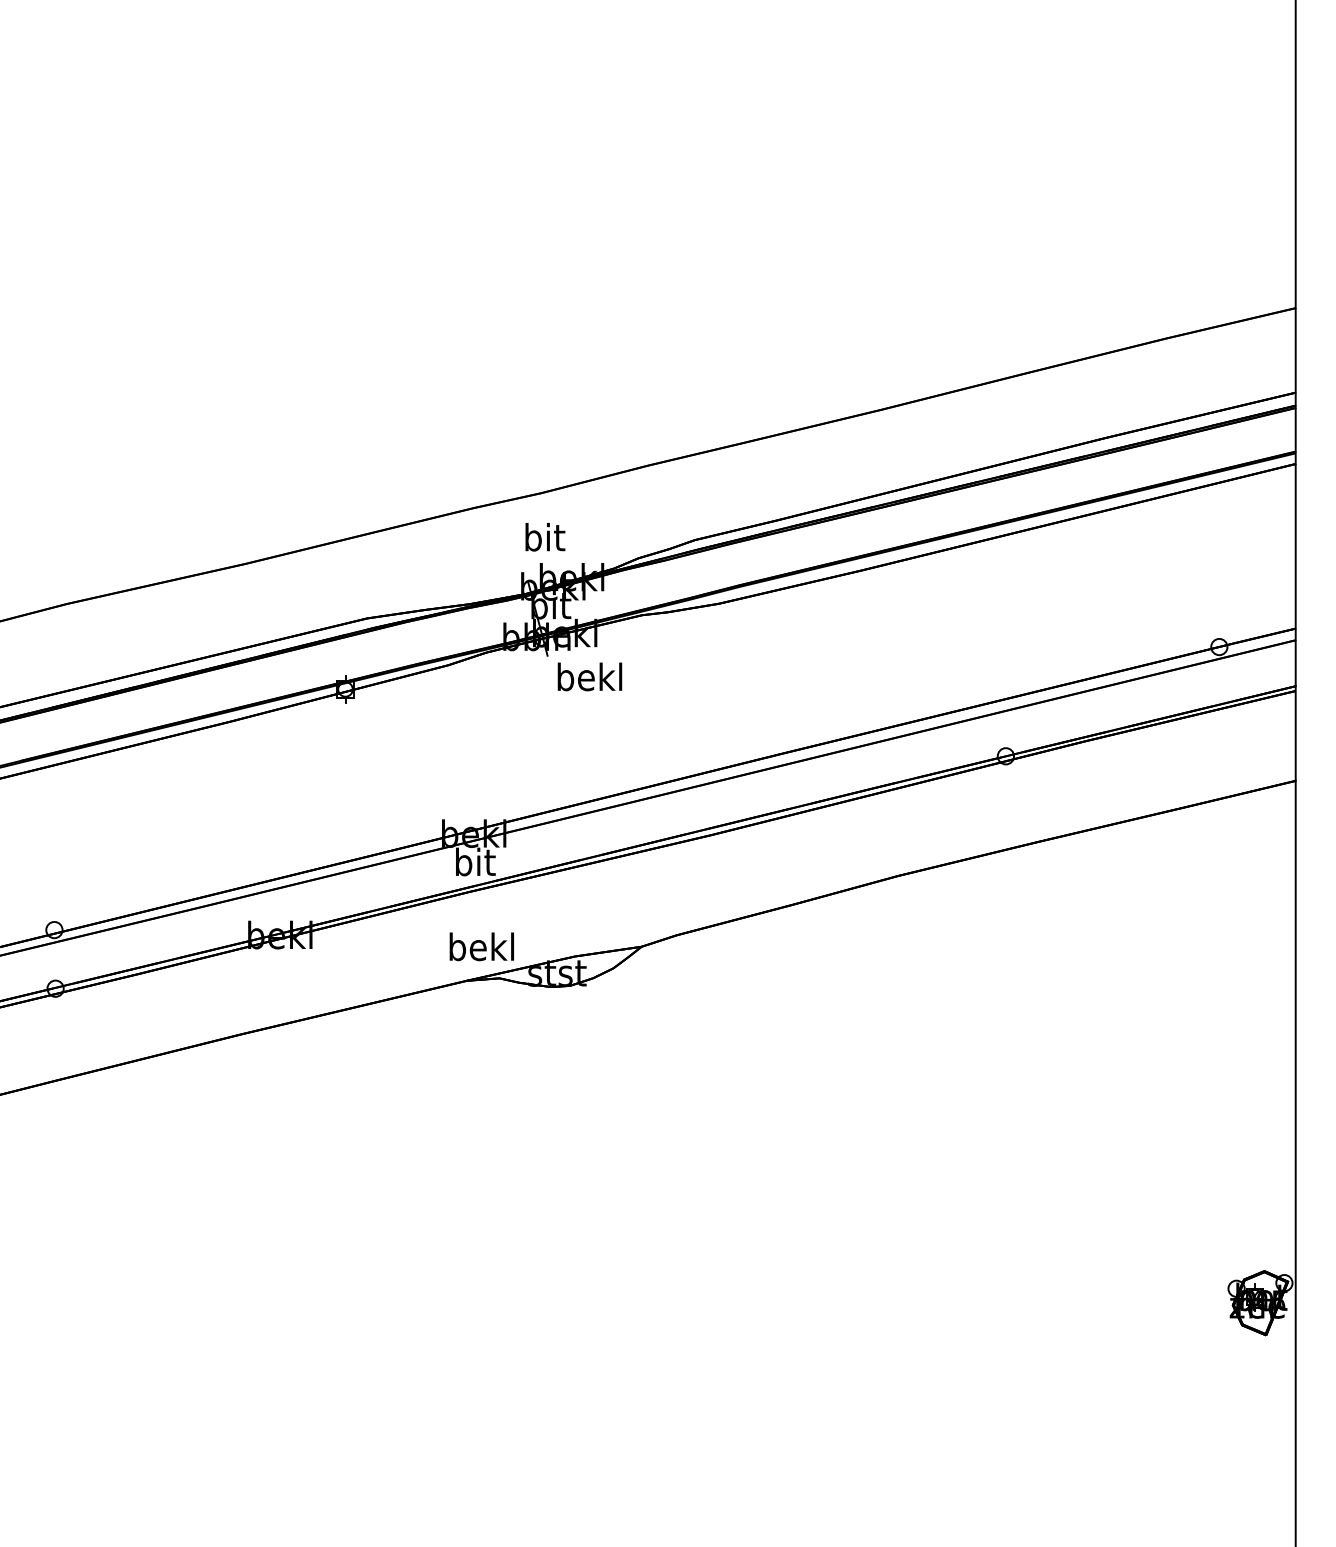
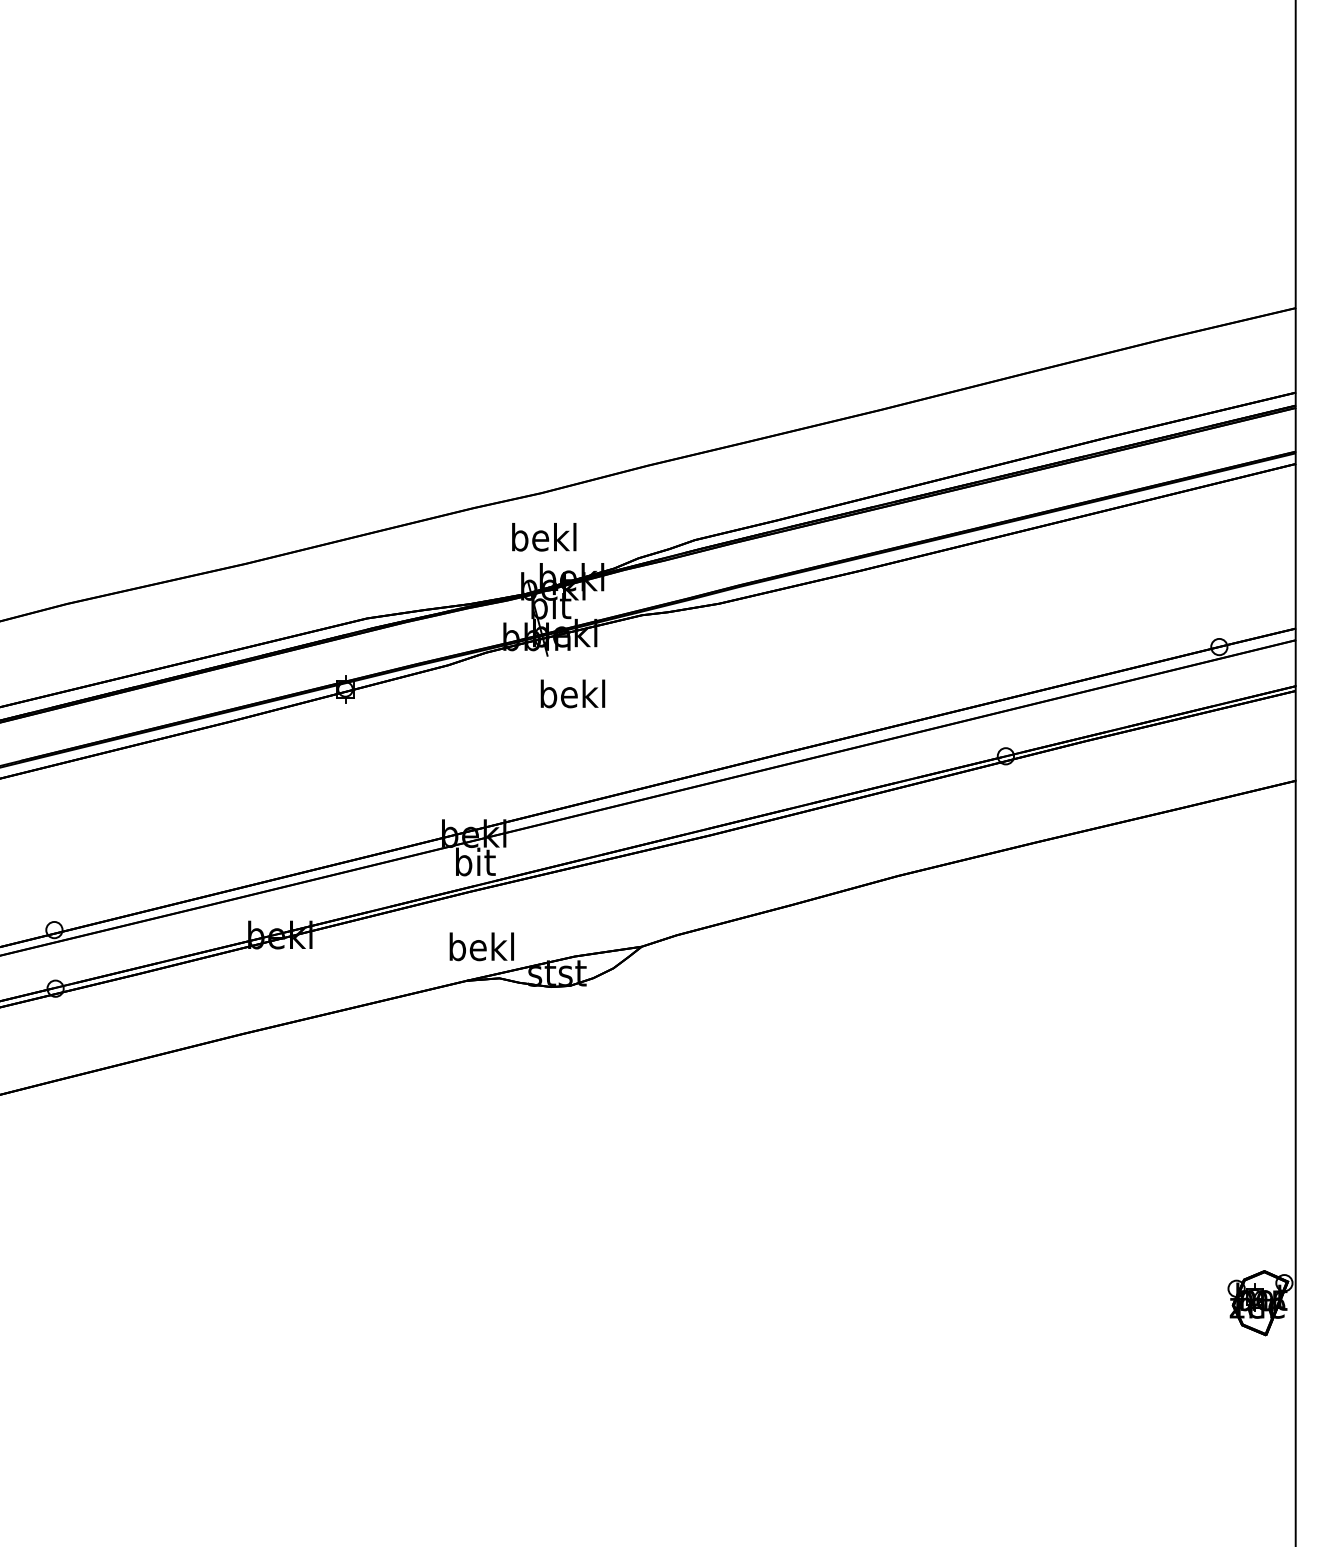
text at (544, 537): bit -> bekl
text at (589, 676) position: (589, 676) -> (572, 693)
